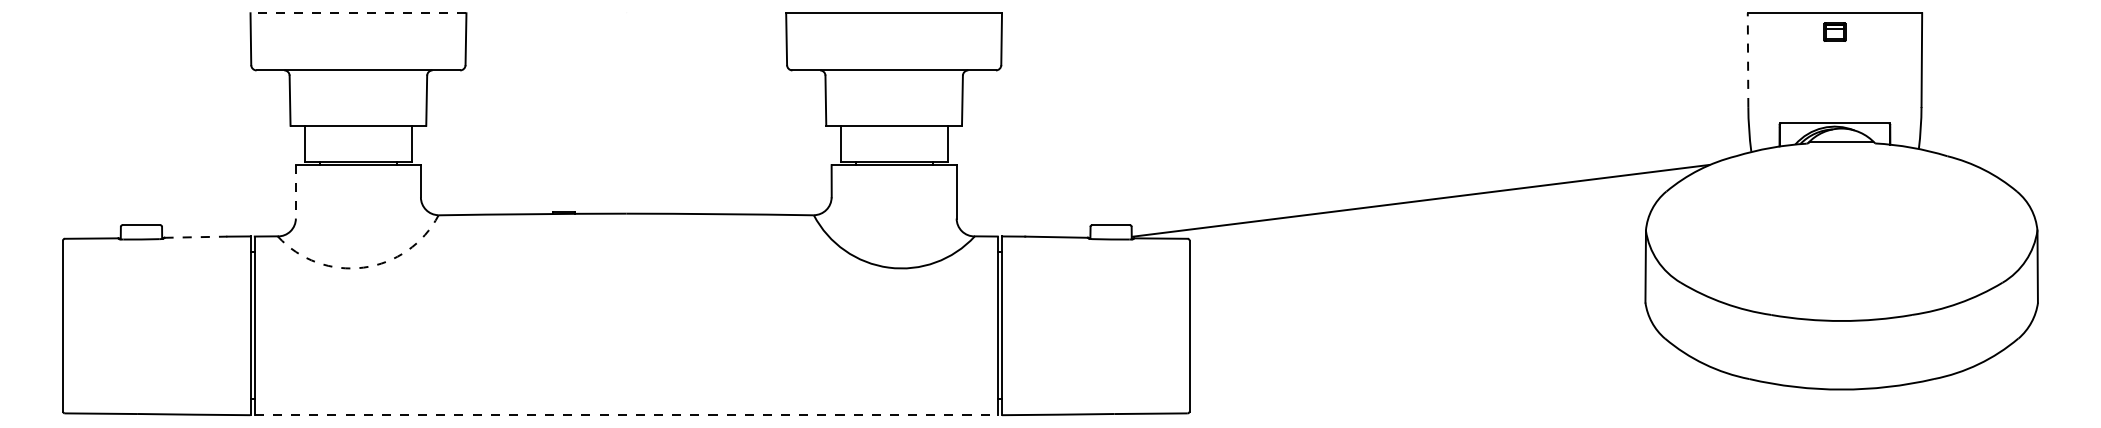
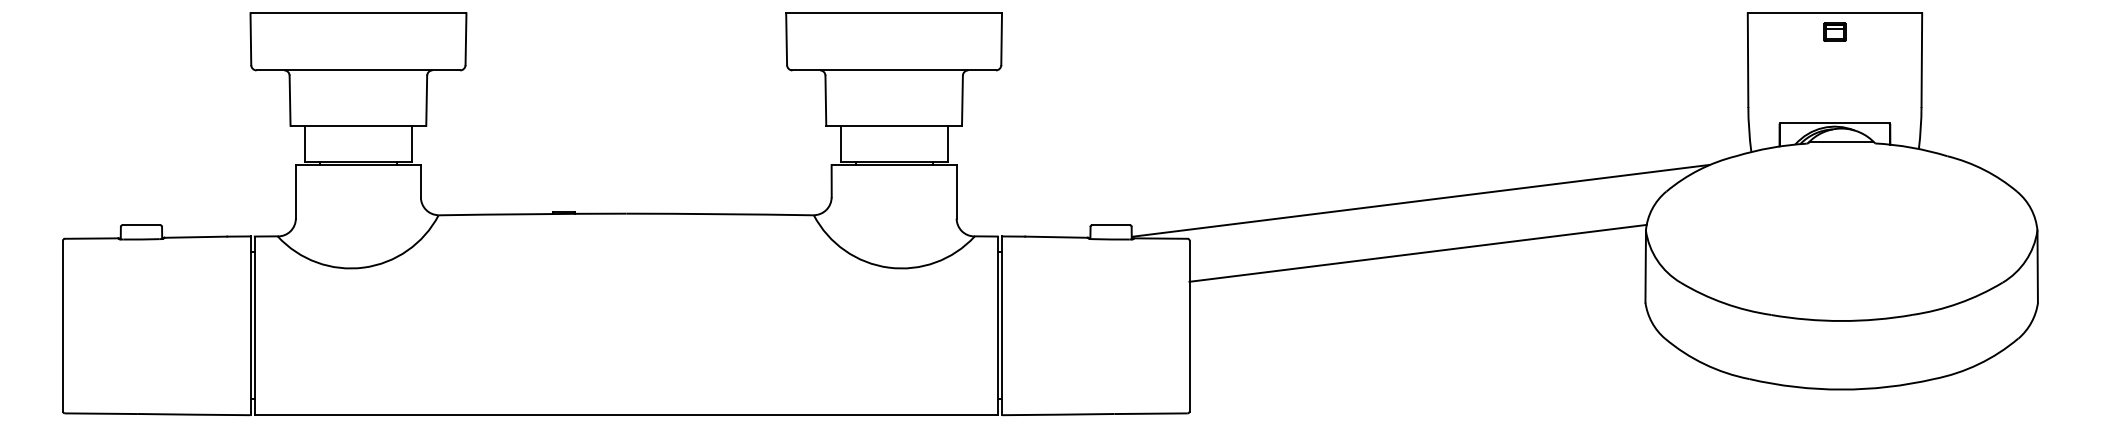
line at (358, 13): dashed -> solid
line at (1748, 60): dashed -> solid
line at (295, 191): dashed -> solid
line at (196, 237): dashed -> solid
line at (1417, 252): none -> present
arc at (363, 267): dashed -> solid
line at (626, 415): dashed -> solid
